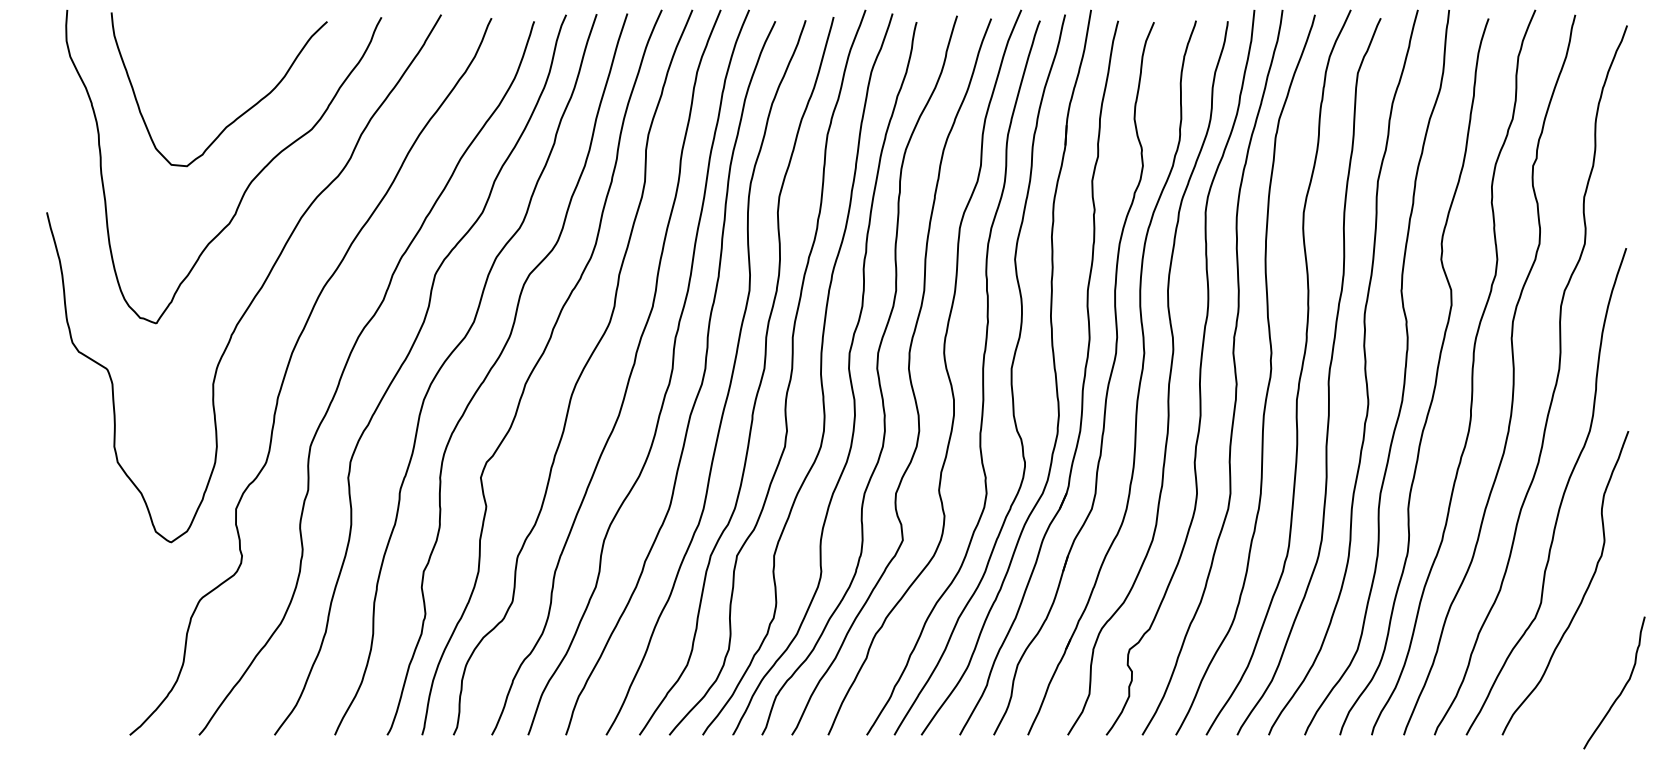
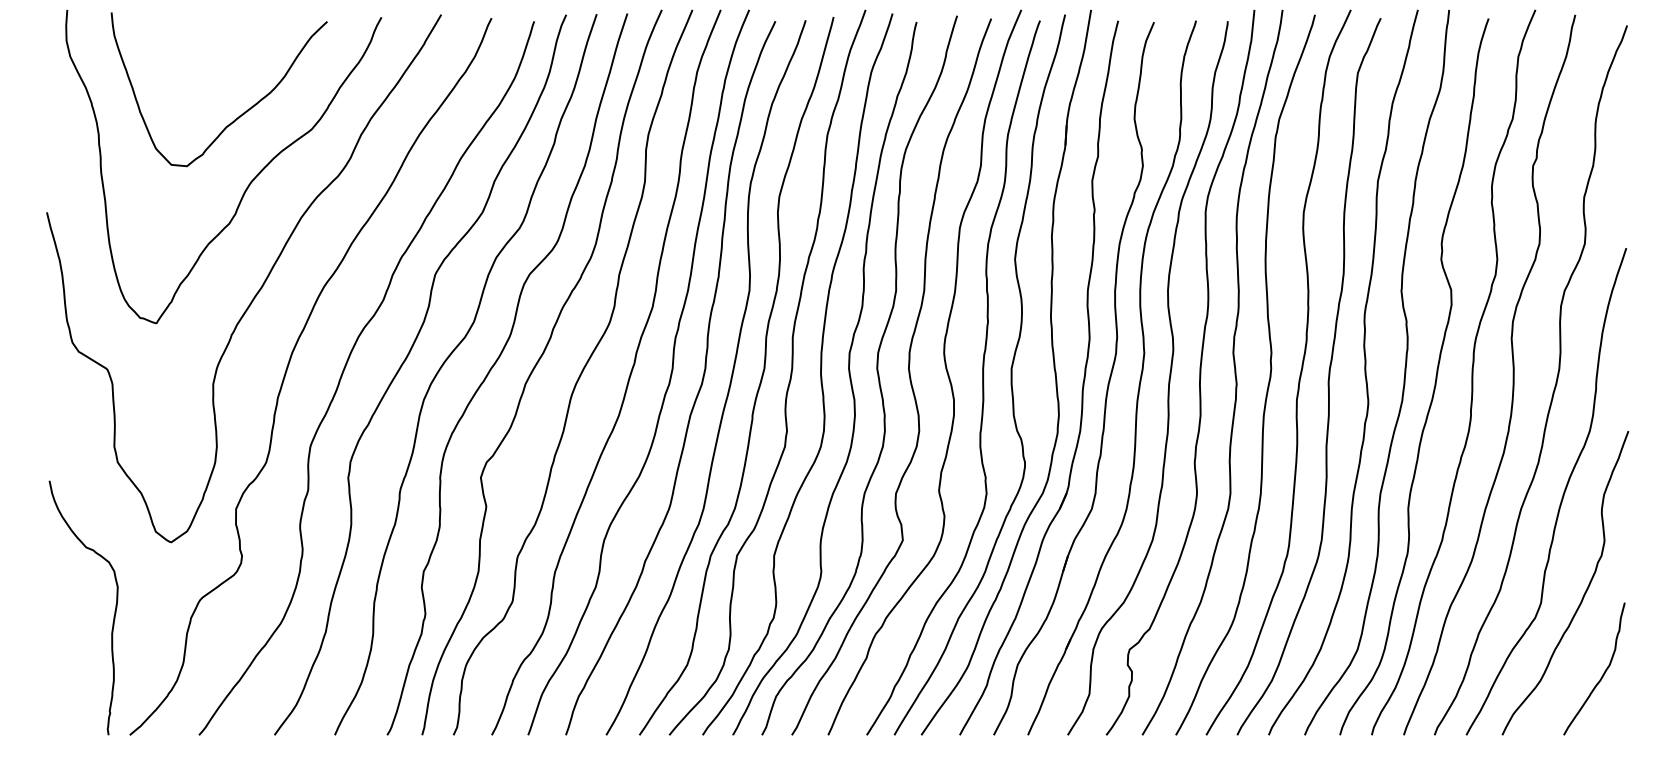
curve at (114, 610): none -> present
curve at (1623, 686) position: (1623, 686) -> (1603, 672)
